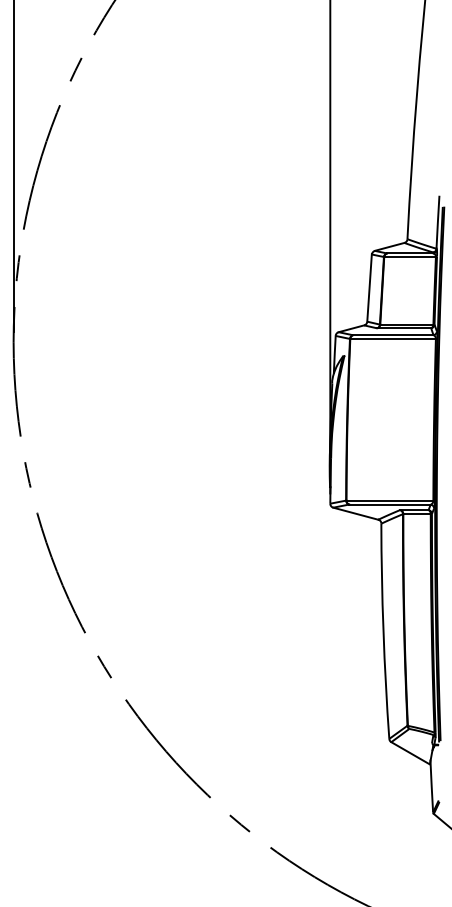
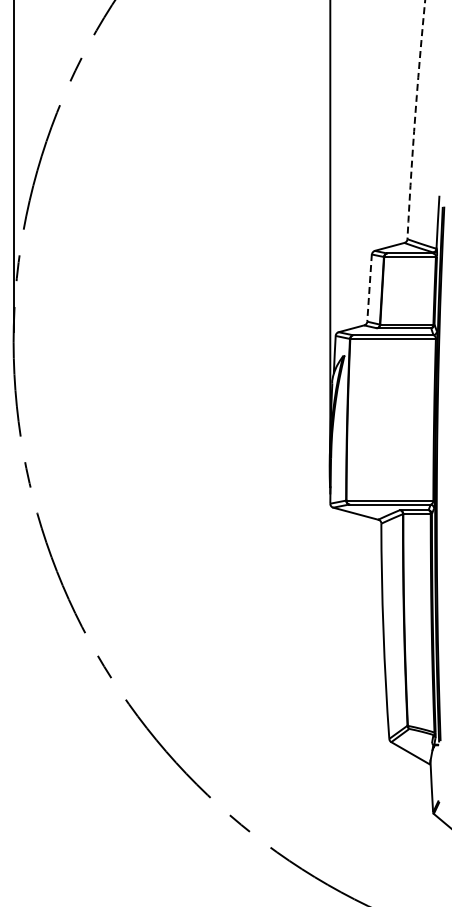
arc at (415, 119): solid -> dashed
line at (369, 287): solid -> dashed
